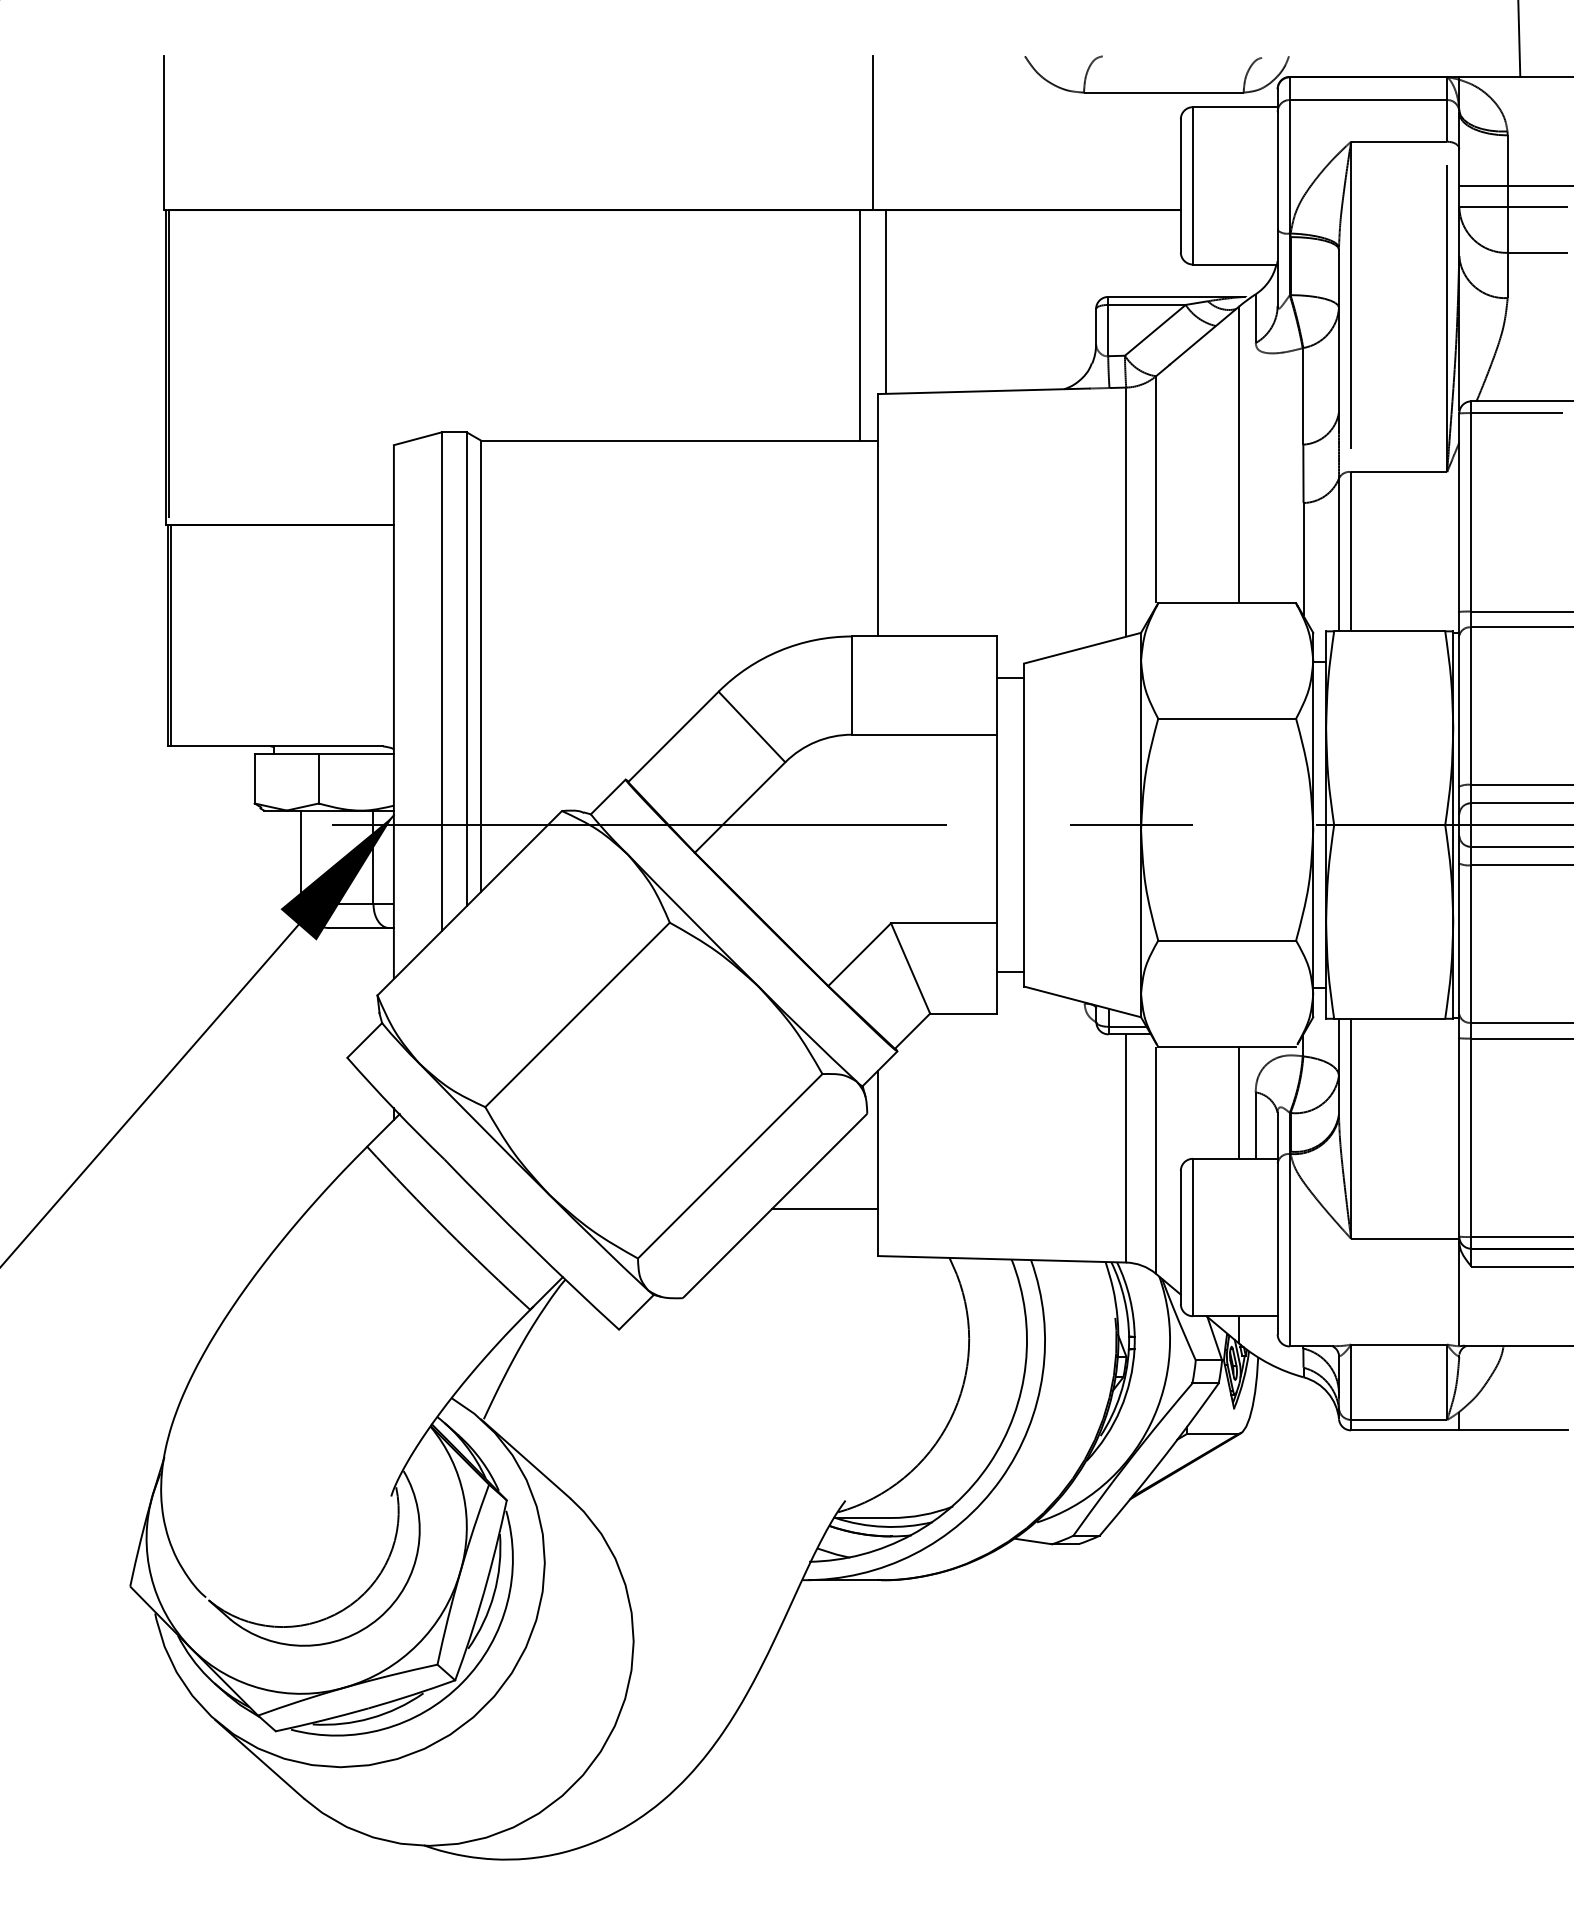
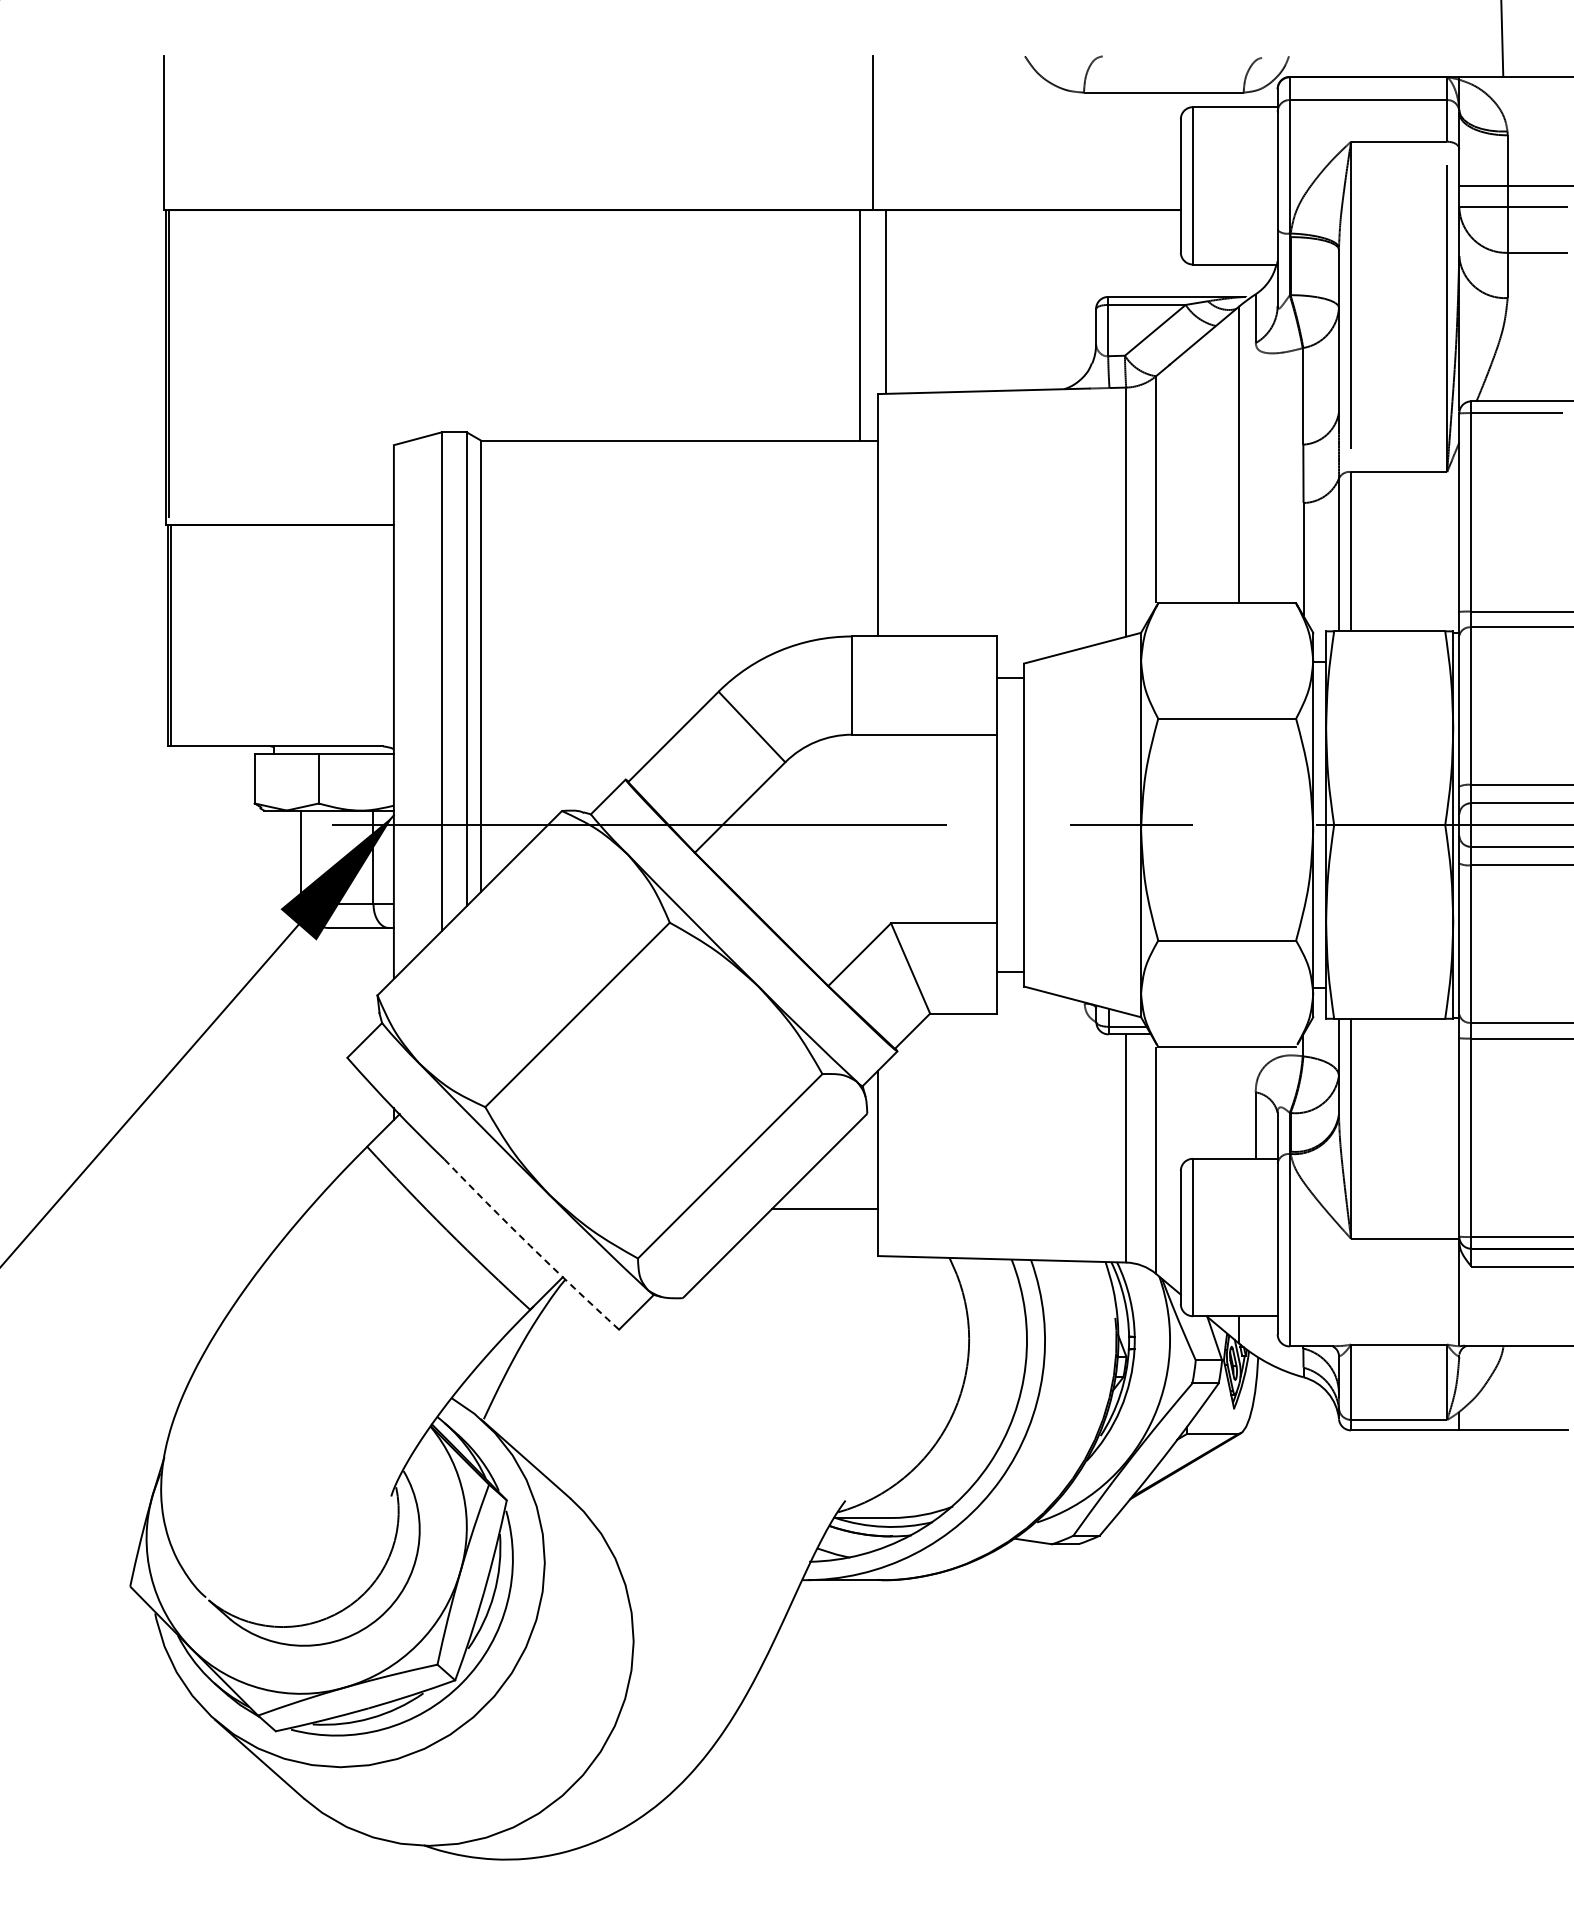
line at (1519, 39) position: (1519, 39) -> (1502, 39)
line at (1239, 1102): present -> none
arc at (530, 1245): solid -> dashed
